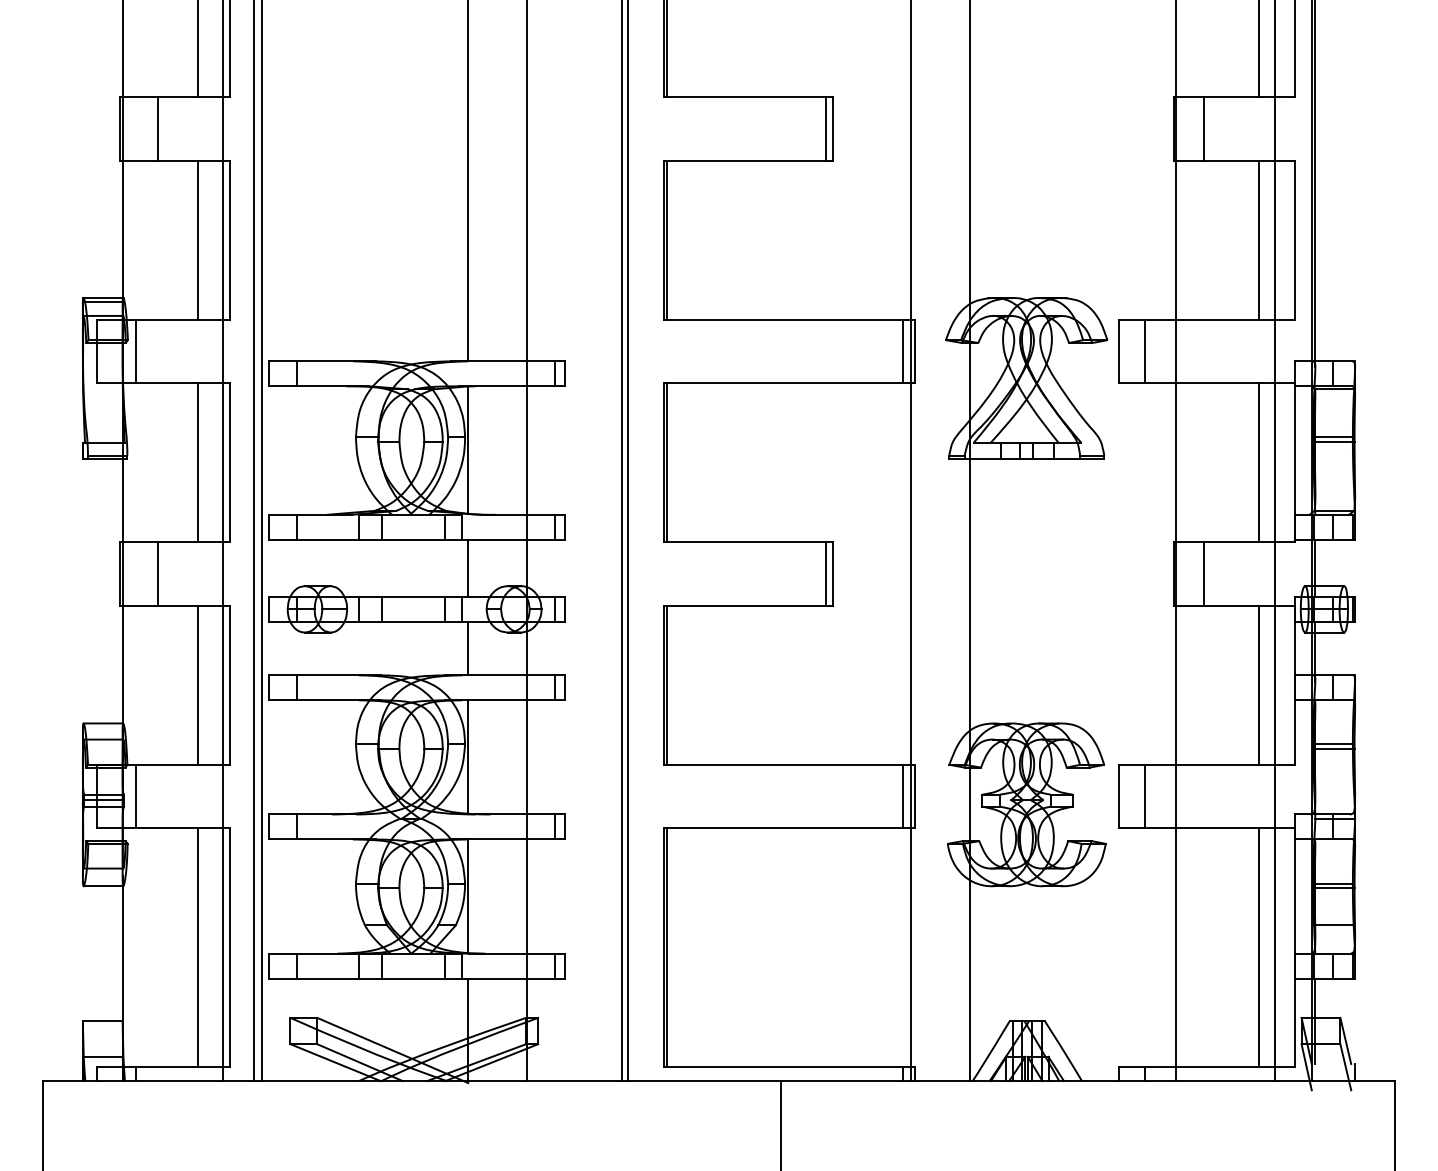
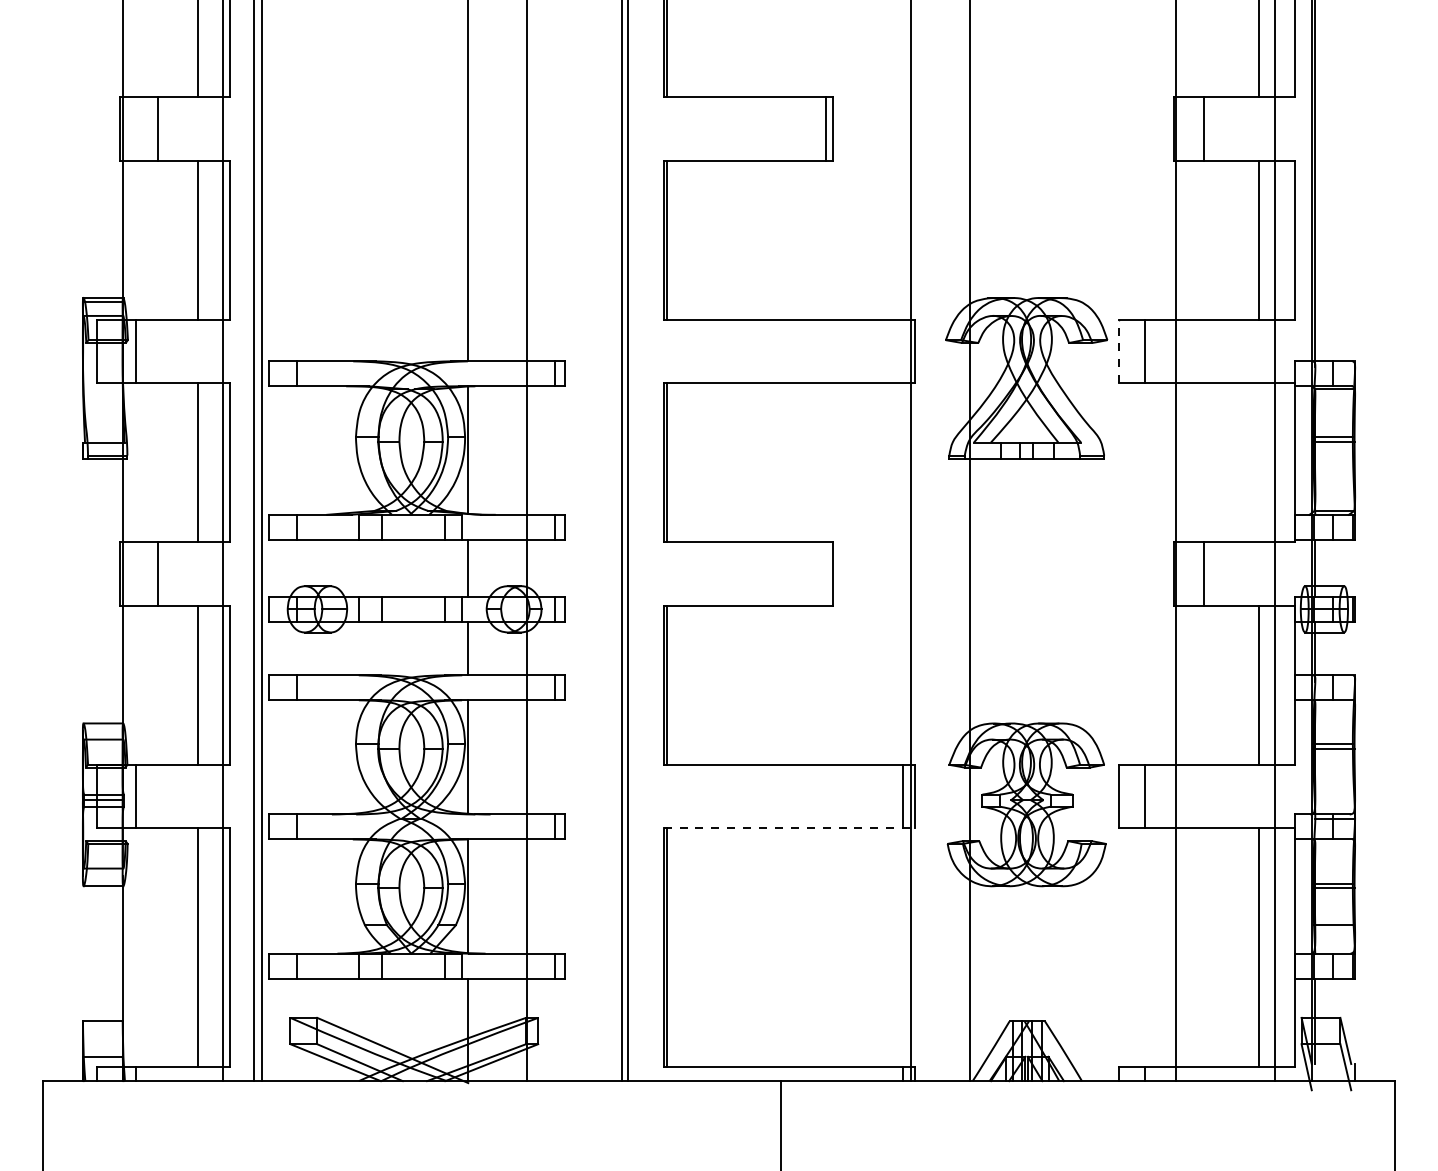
line at (902, 351): present -> none
line at (1118, 351): solid -> dashed
line at (1259, 462): present -> none
line at (825, 573): present -> none
line at (789, 828): solid -> dashed
